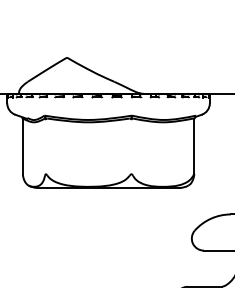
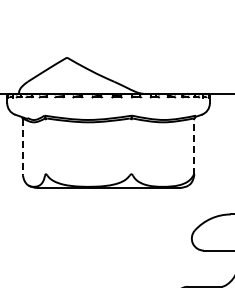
line at (194, 146): solid -> dashed
line at (22, 147): solid -> dashed
